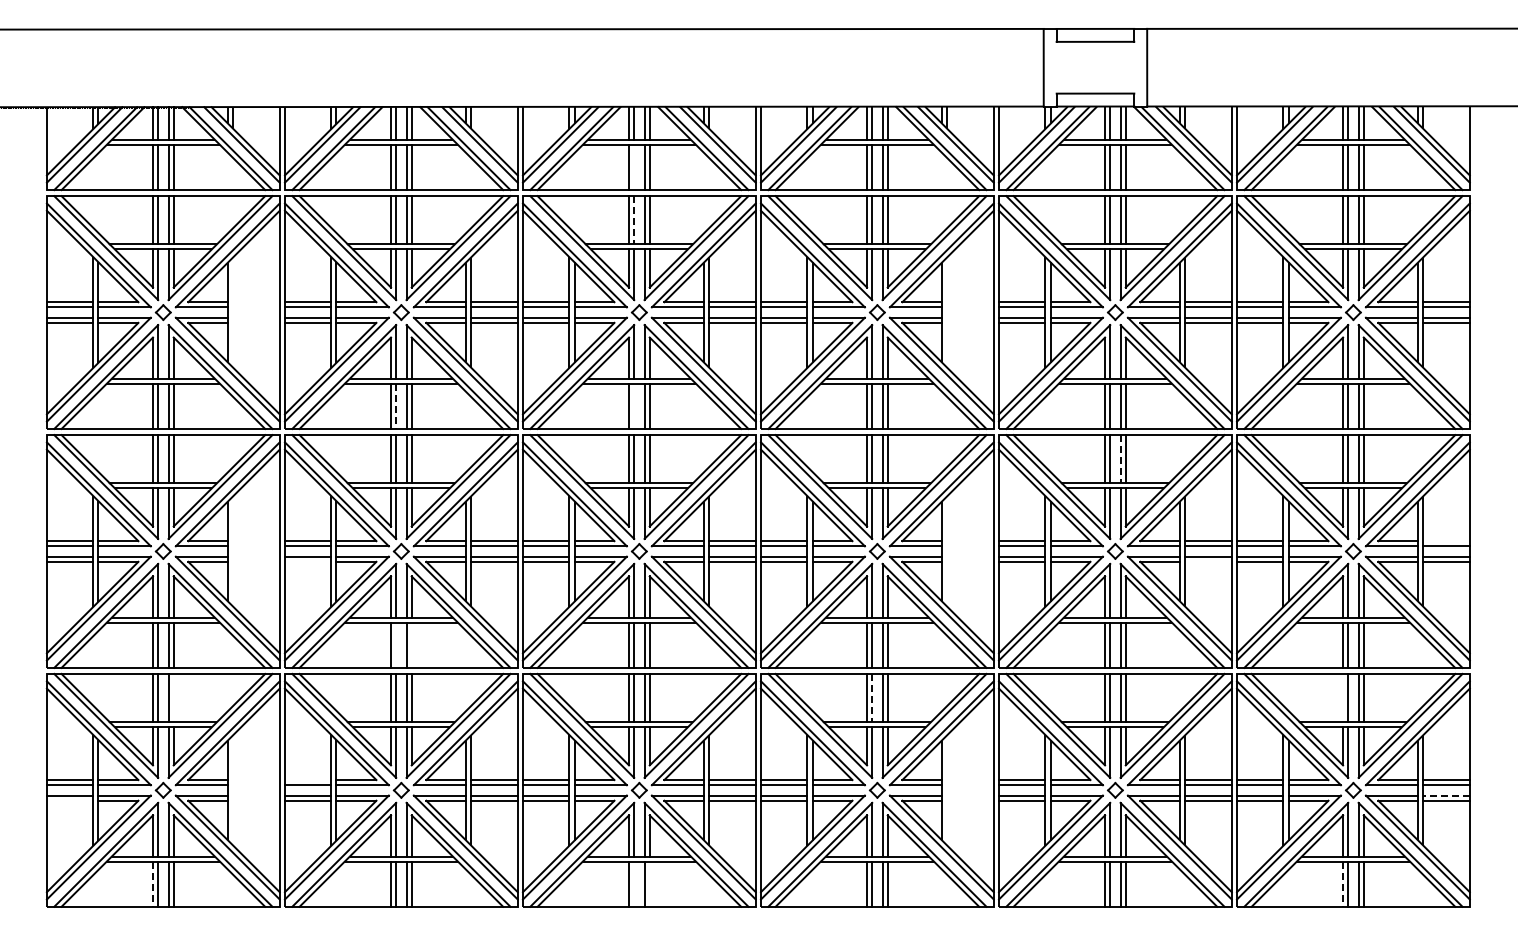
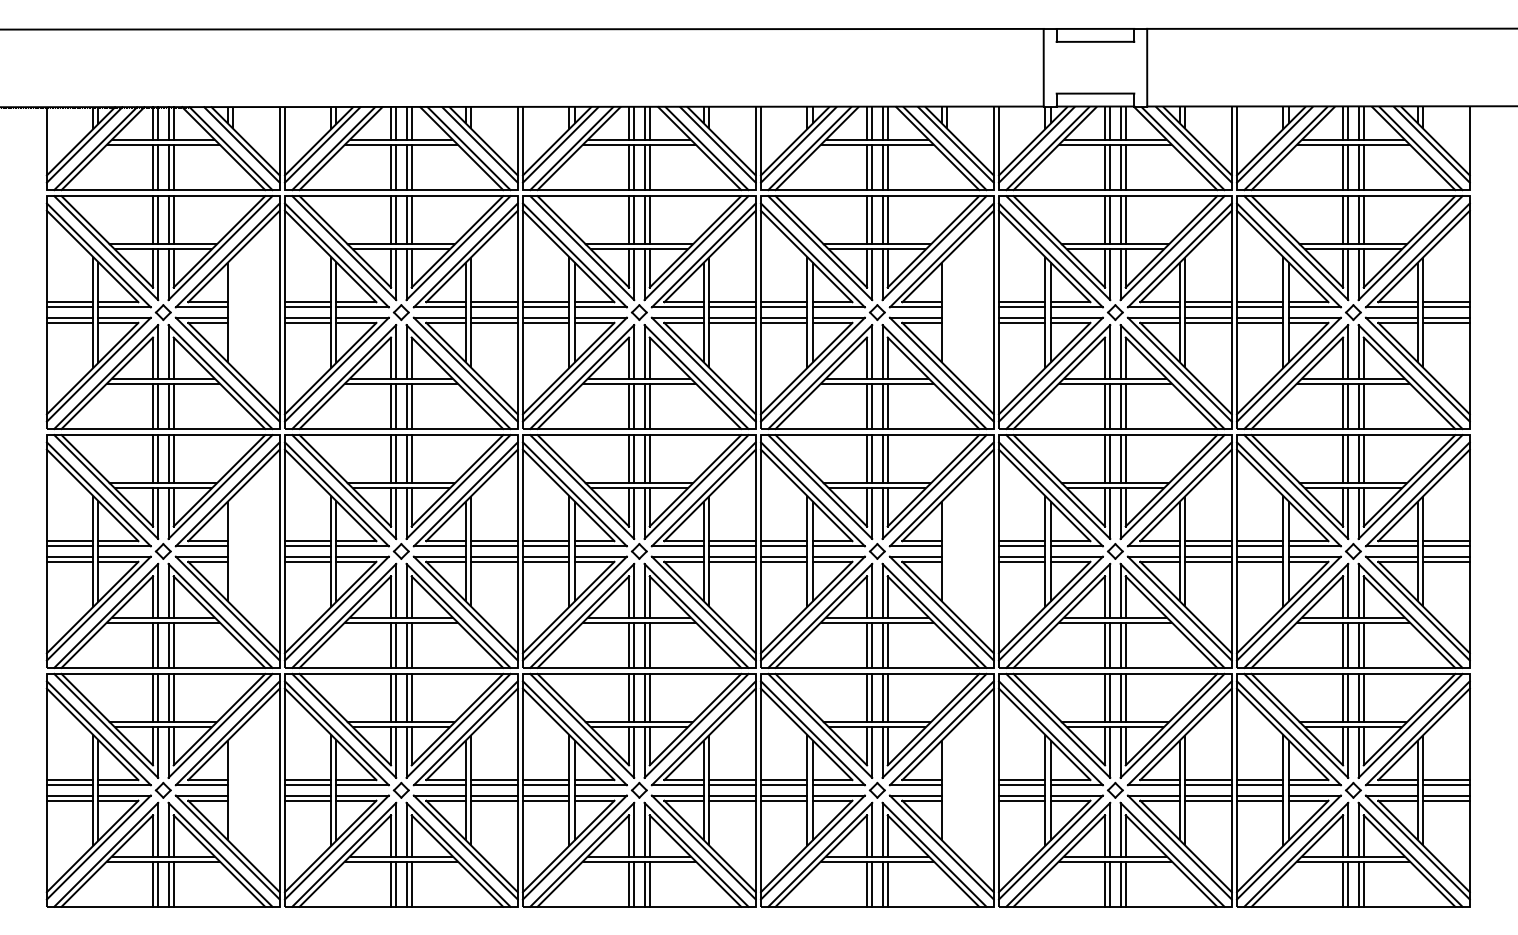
line at (634, 167): none -> present
line at (634, 220): dashed -> solid
line at (396, 406): dashed -> solid
line at (634, 406): none -> present
line at (1120, 459): dashed -> solid
line at (1446, 541): none -> present
line at (307, 561): none -> present
line at (1208, 561): none -> present
line at (396, 644): none -> present
line at (411, 644): none -> present
line at (173, 697): none -> present
line at (1343, 697): none -> present
line at (872, 698): dashed -> solid
line at (307, 780): none -> present
line at (1445, 795): dashed -> solid
line at (69, 800): none -> present
line at (634, 883): none -> present
line at (649, 883): none -> present
line at (153, 884): dashed -> solid
line at (1343, 884): dashed -> solid
